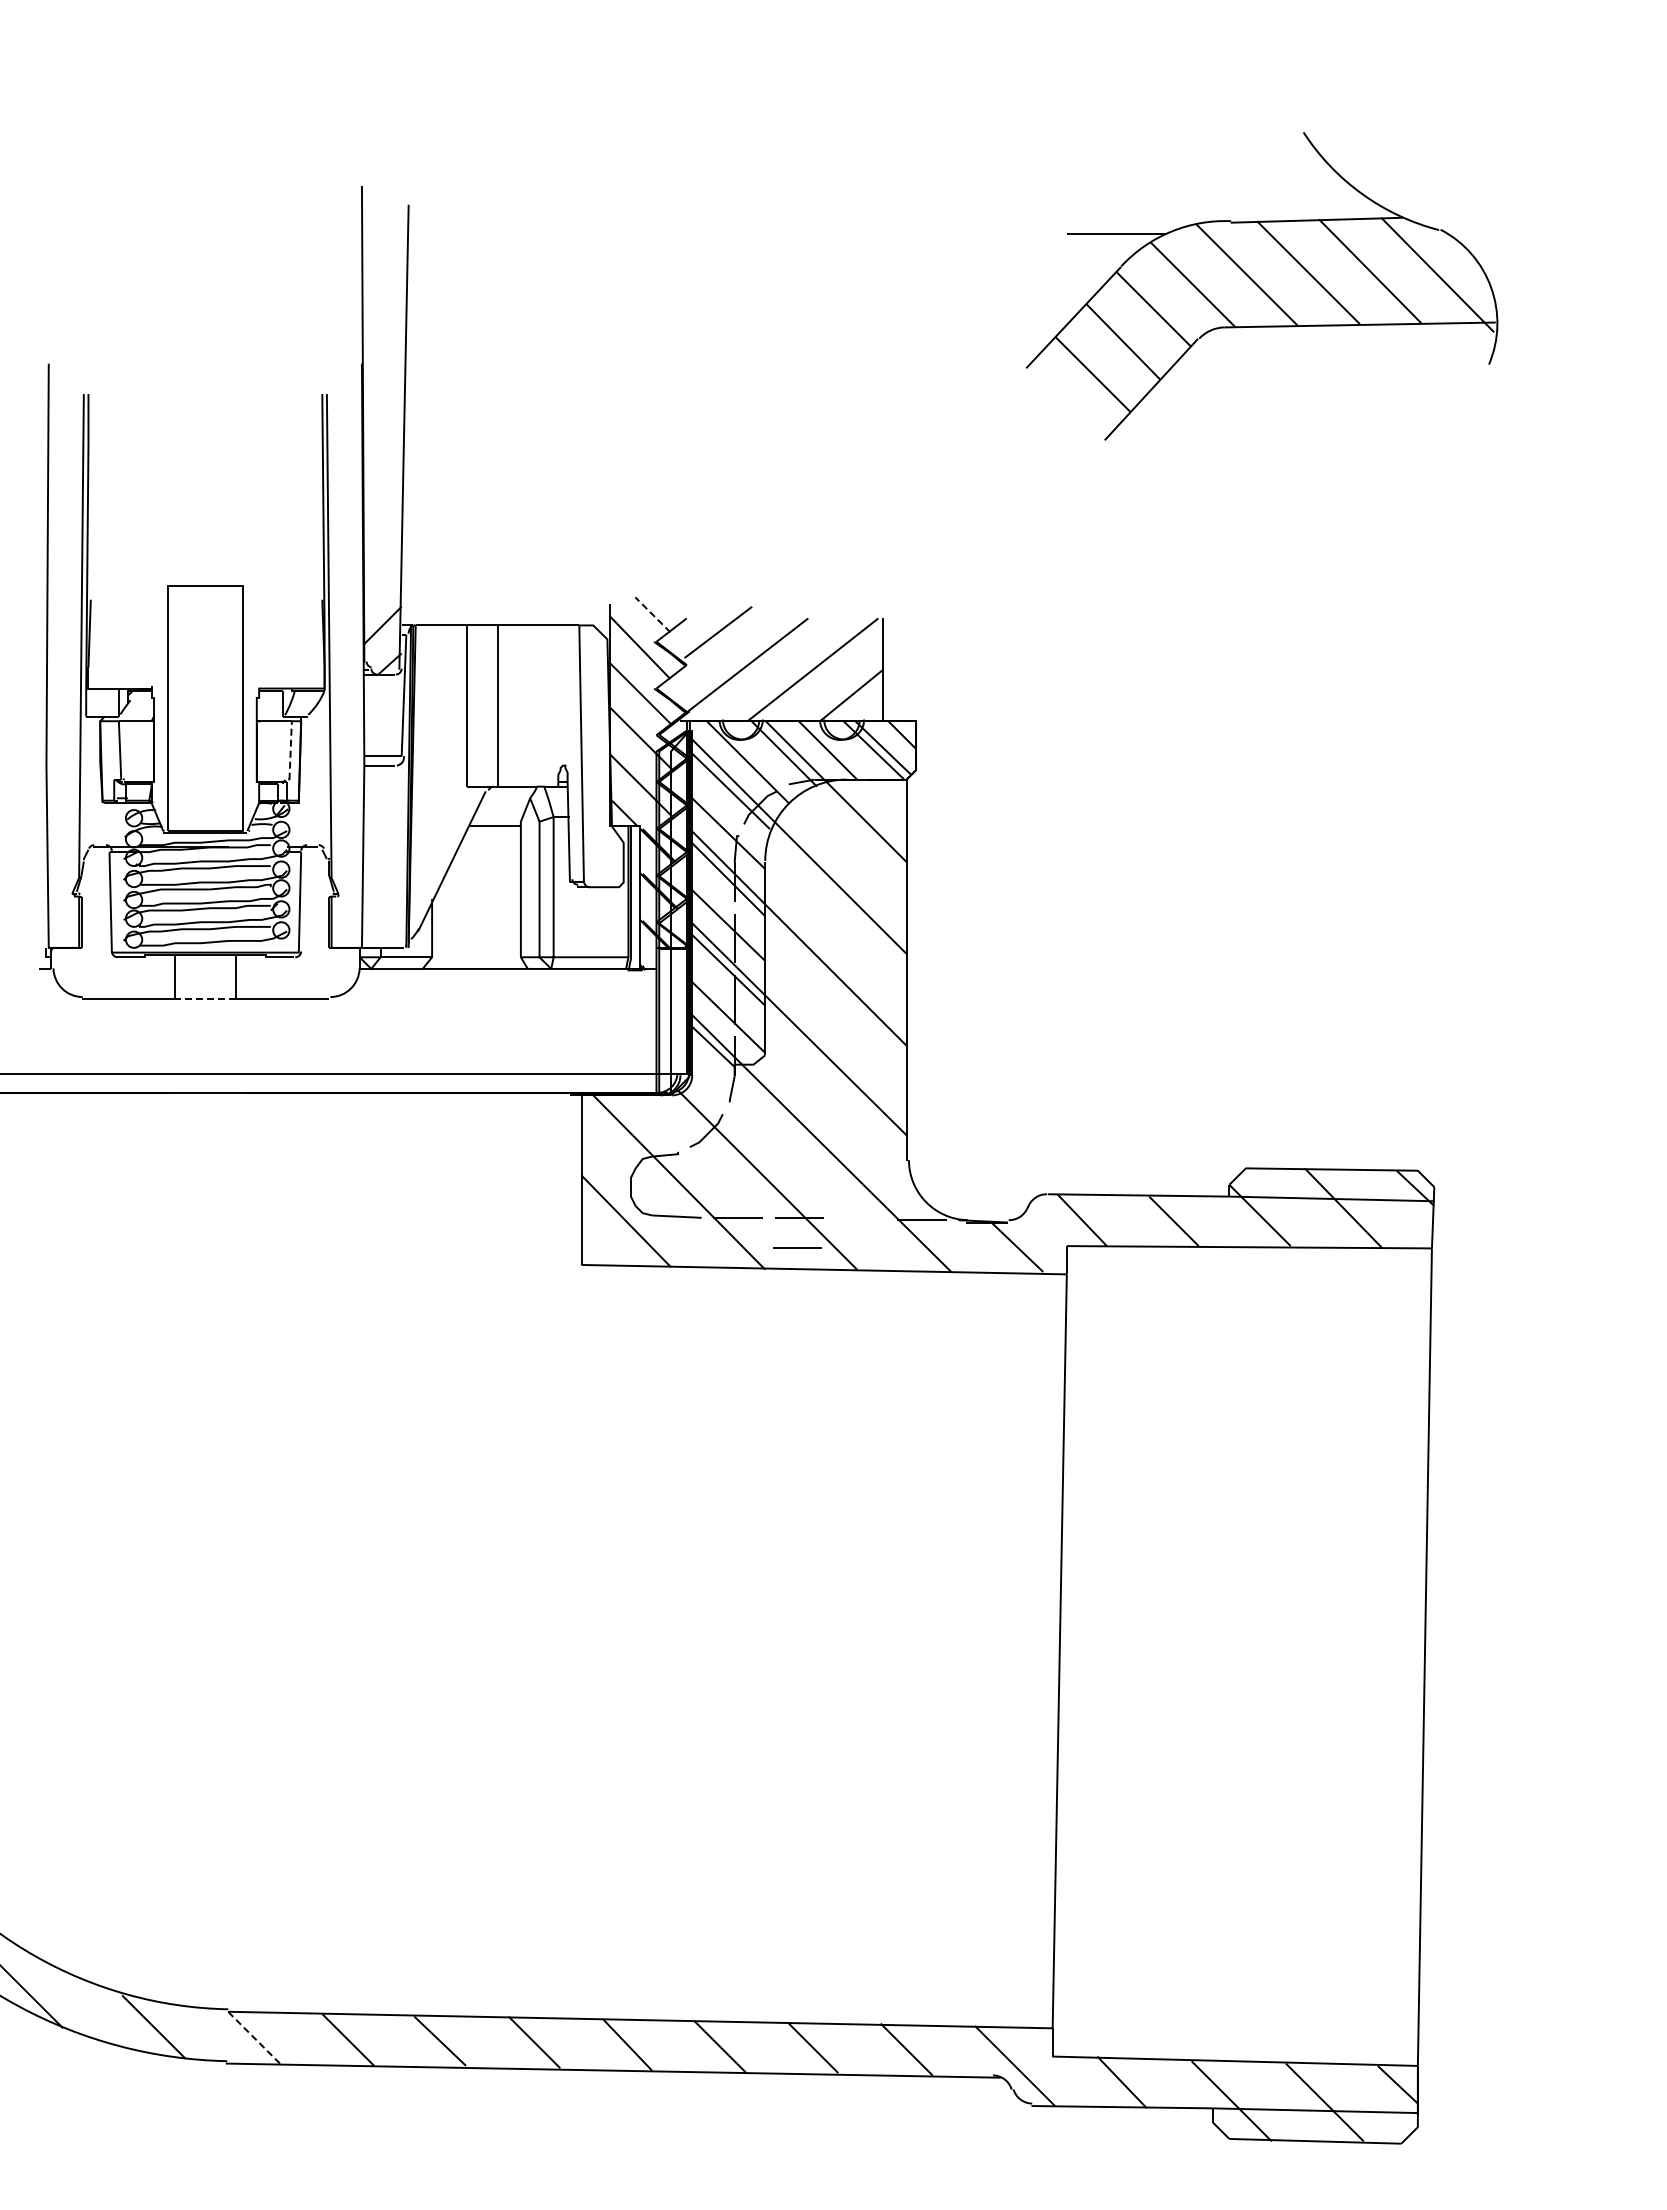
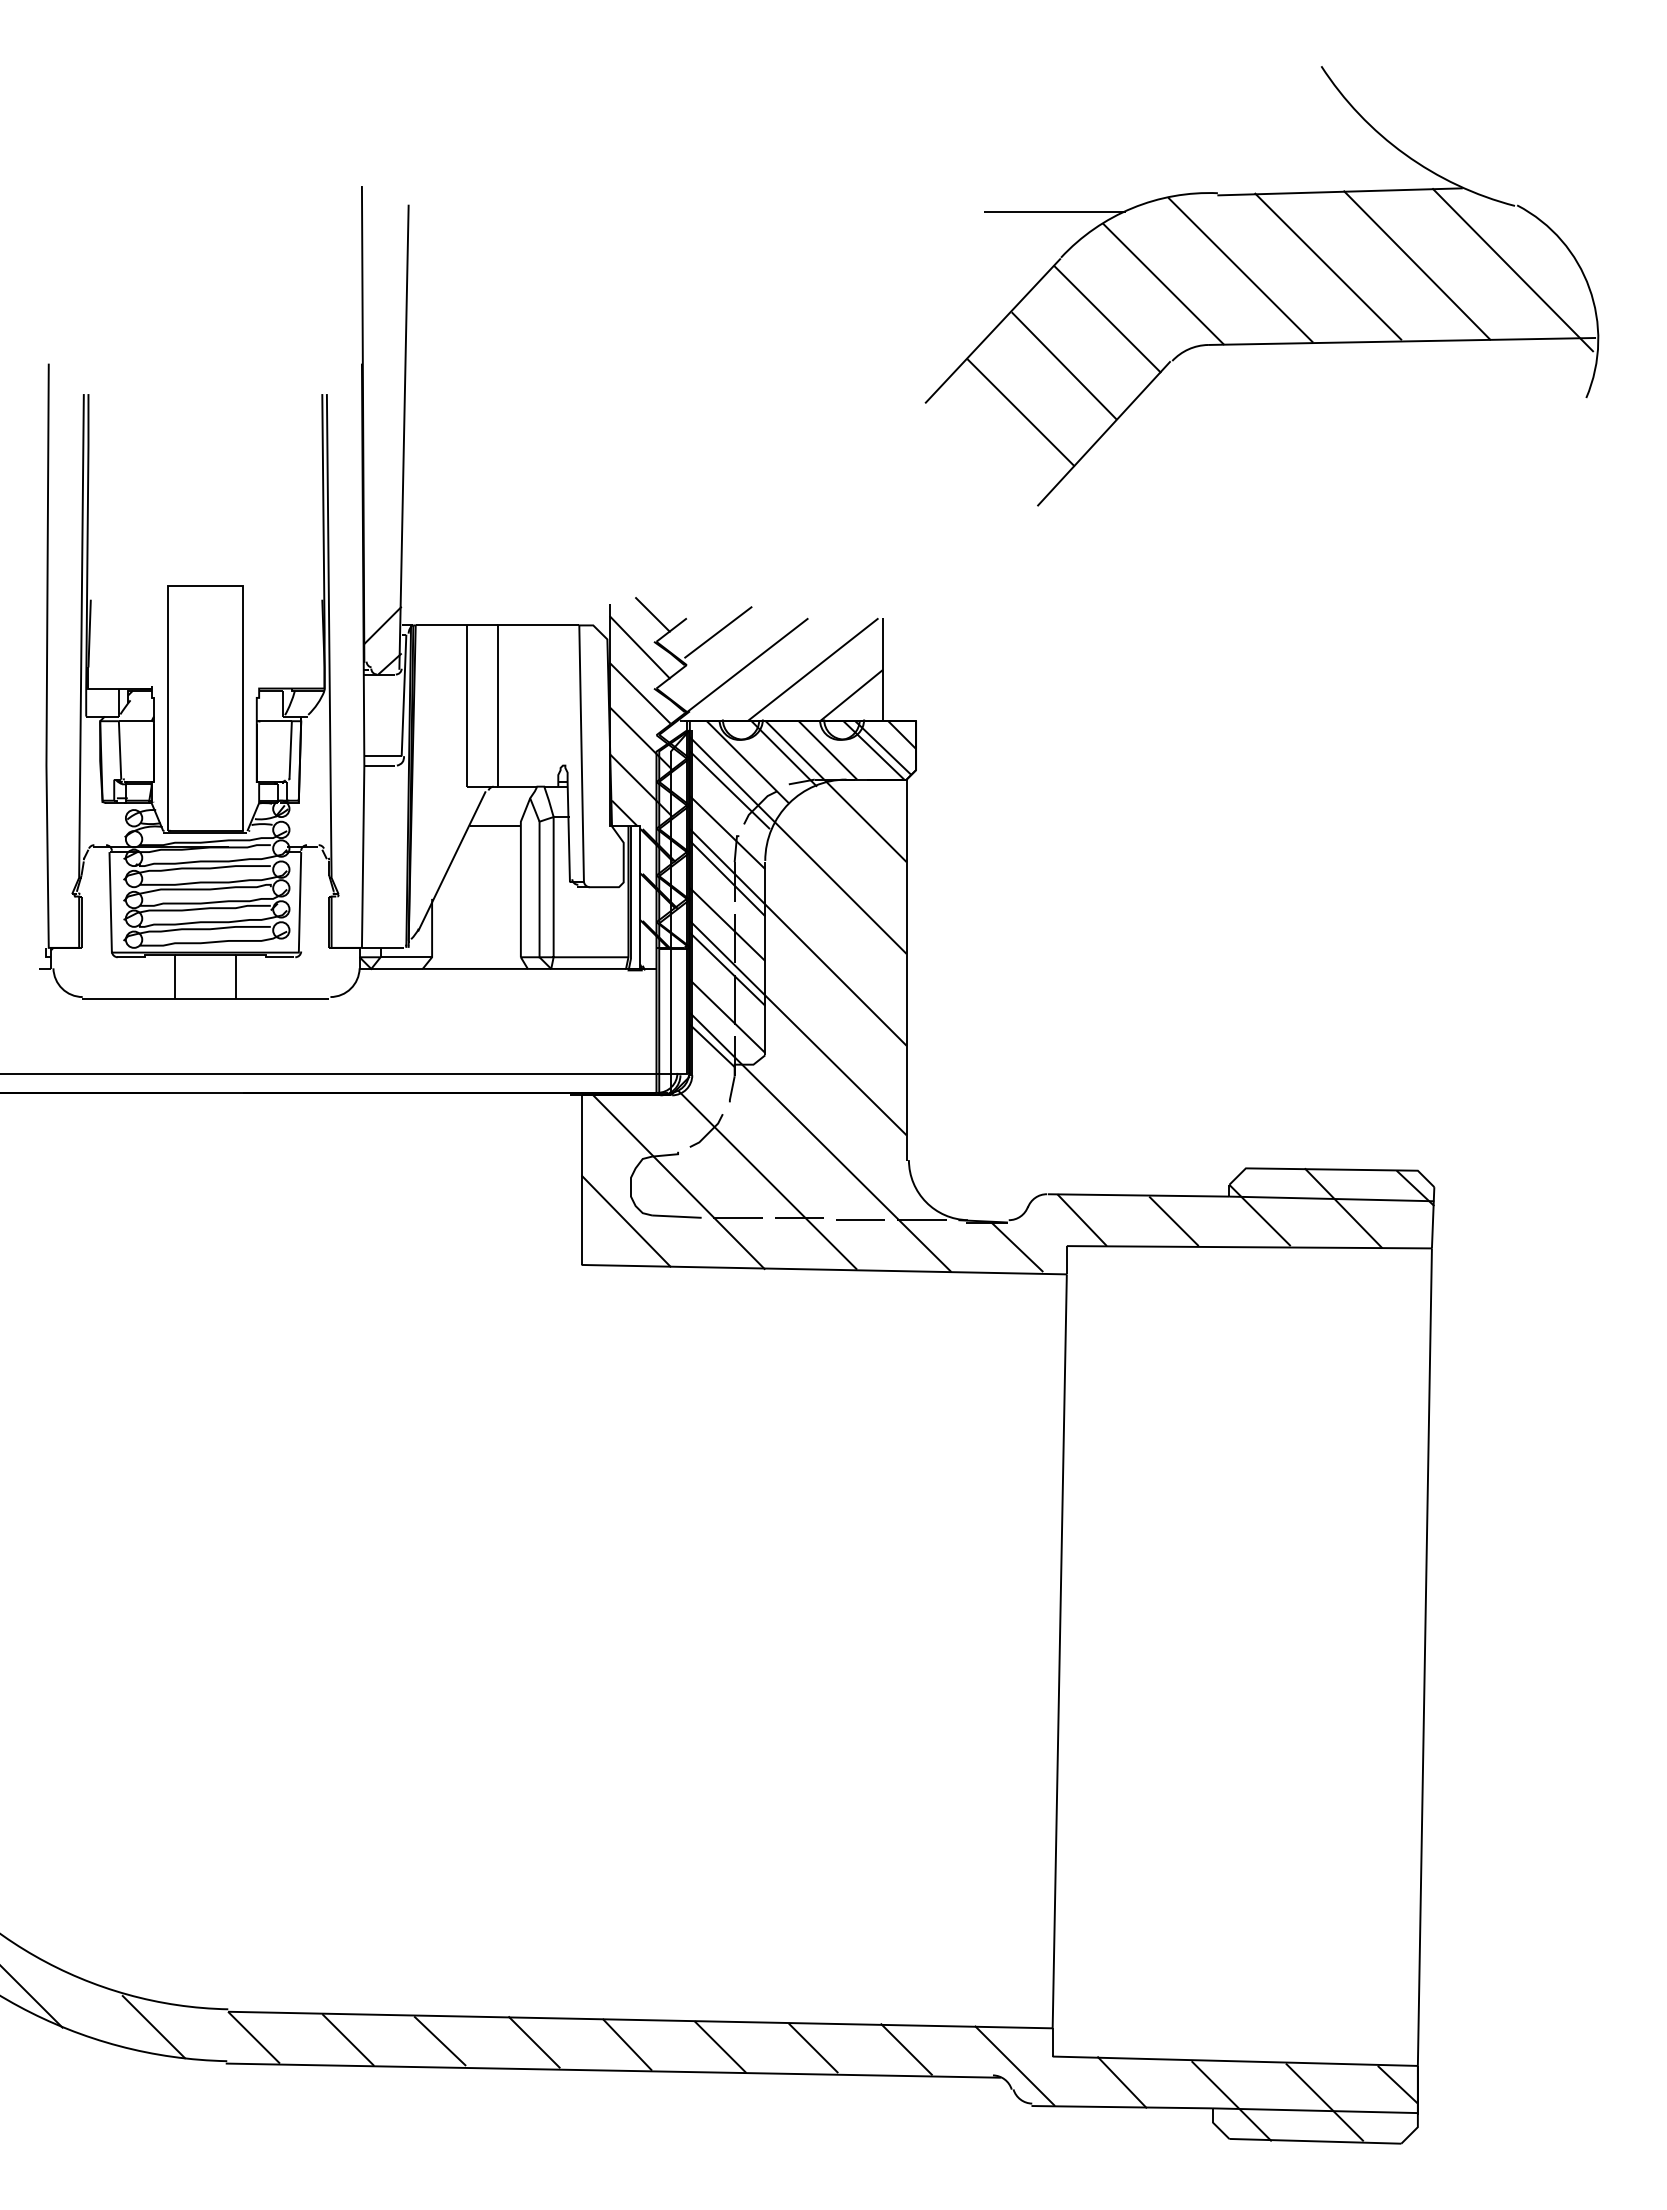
part at (1261, 286) size: 474x309 px -> 676x441 px
line at (652, 614): dashed -> solid
line at (290, 749): dashed -> solid
line at (204, 999): dashed -> solid
line at (797, 1247) position: (797, 1247) -> (860, 1219)
line at (254, 2037): dashed -> solid
